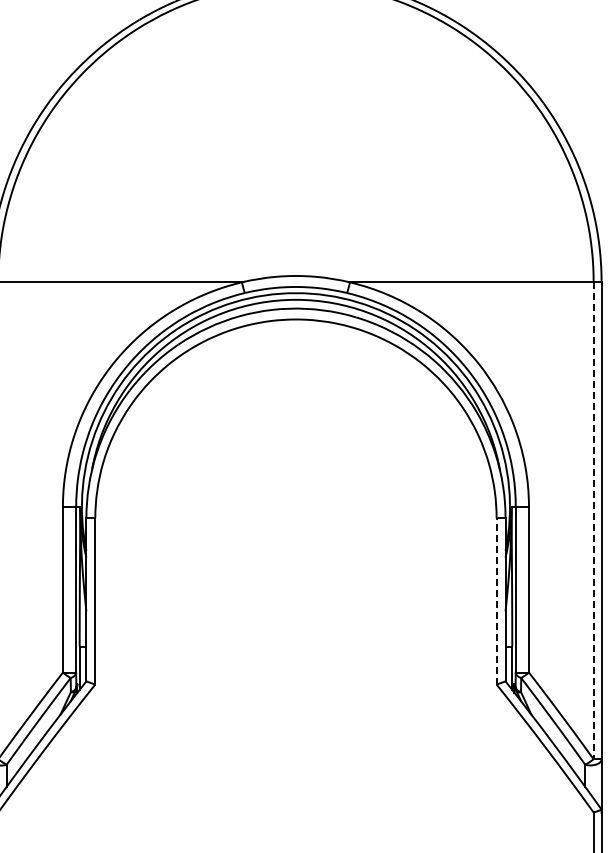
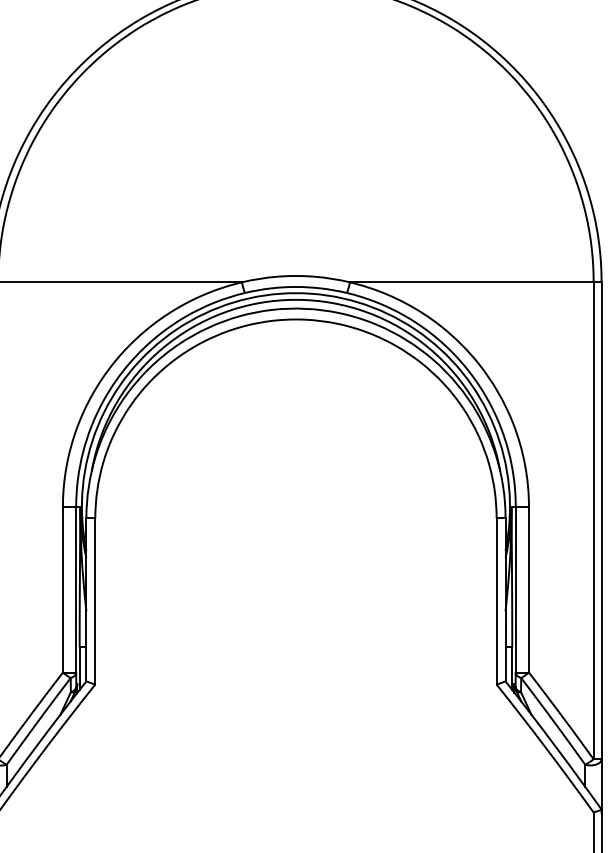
line at (593, 521): dashed -> solid
line at (496, 600): dashed -> solid
